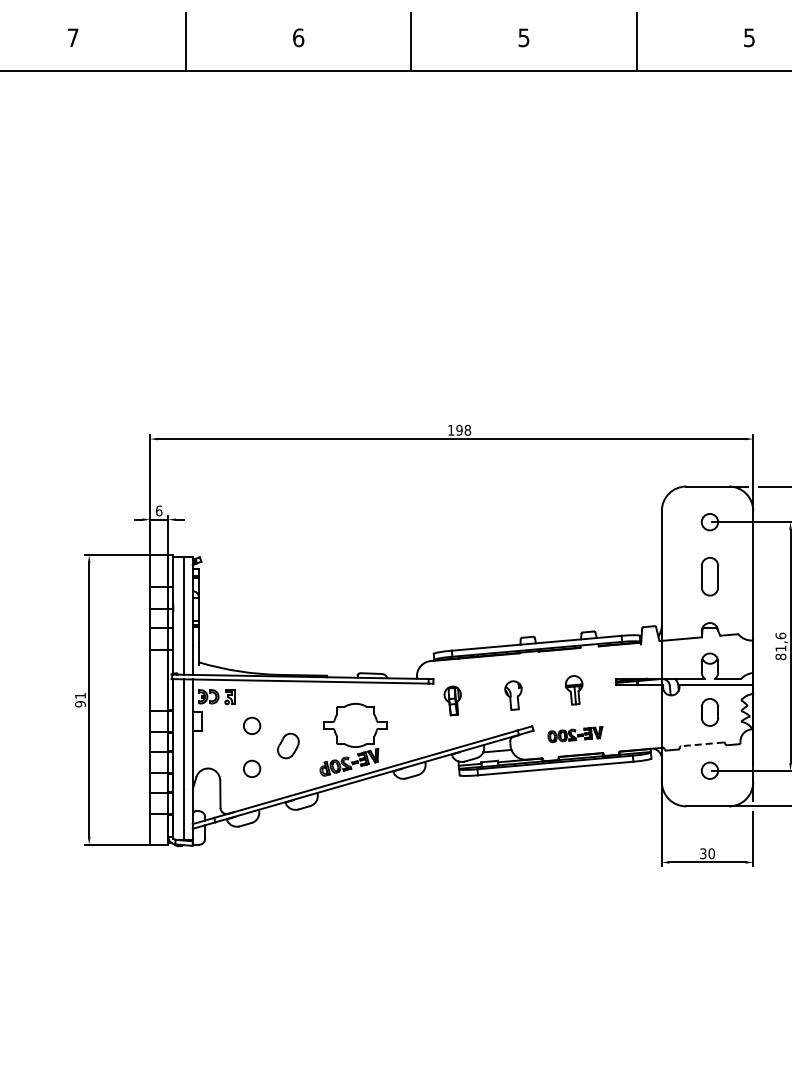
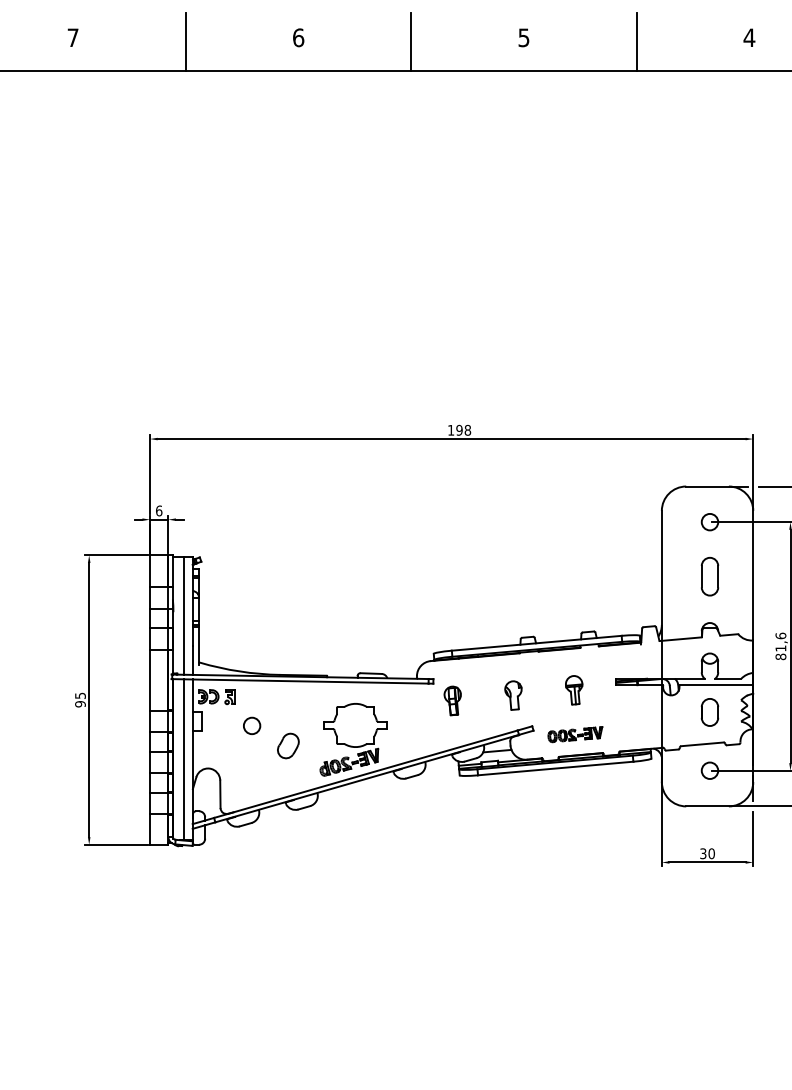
text at (749, 37): 5 -> 4
text at (80, 695): 91 -> 95
line at (701, 744): dashed -> solid
circle at (252, 768): present -> none
